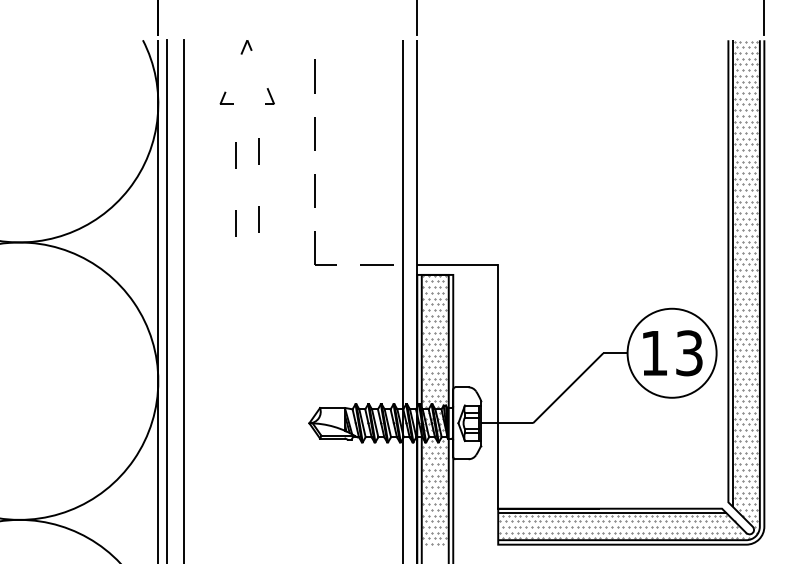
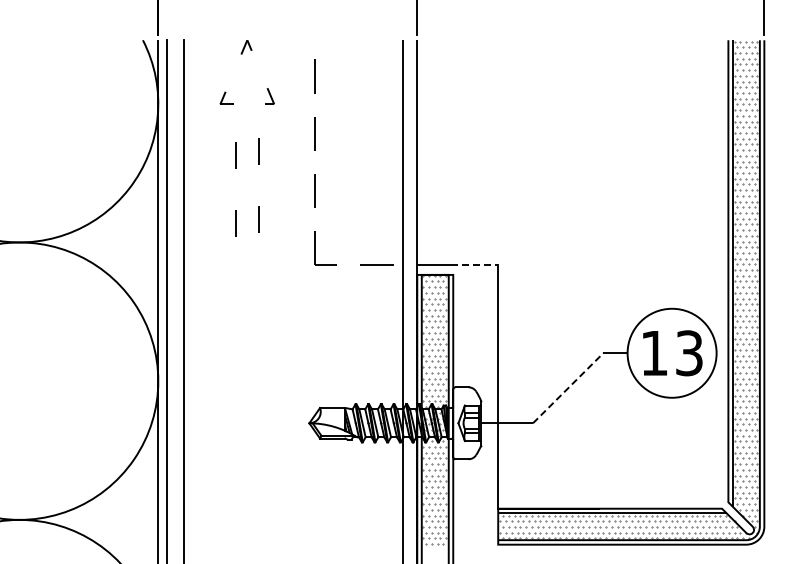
line at (475, 265): solid -> dashed
line at (568, 388): solid -> dashed
